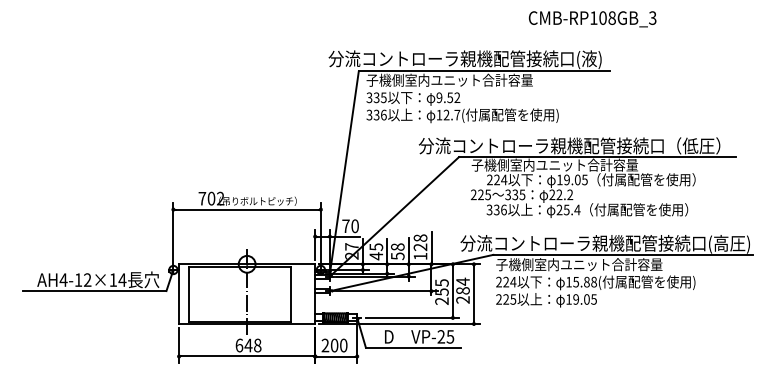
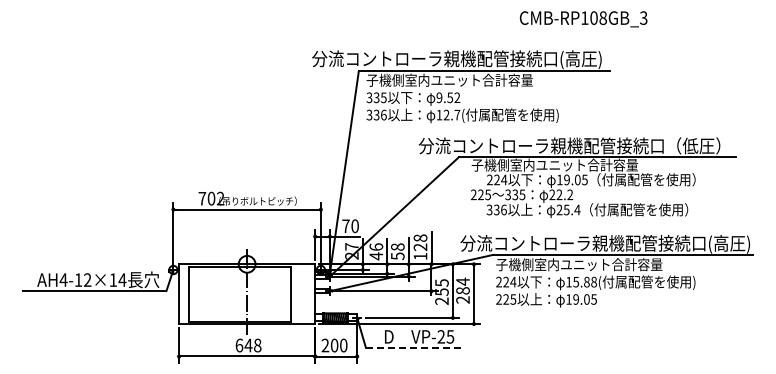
text at (592, 19) position: (592, 19) -> (583, 19)
text at (454, 59): 分流コントローラ親機配管接続口(液) -> 分流コントローラ親機配管接続口(高圧)
text at (376, 246): 45 -> 46
line at (413, 347): solid -> dashed
